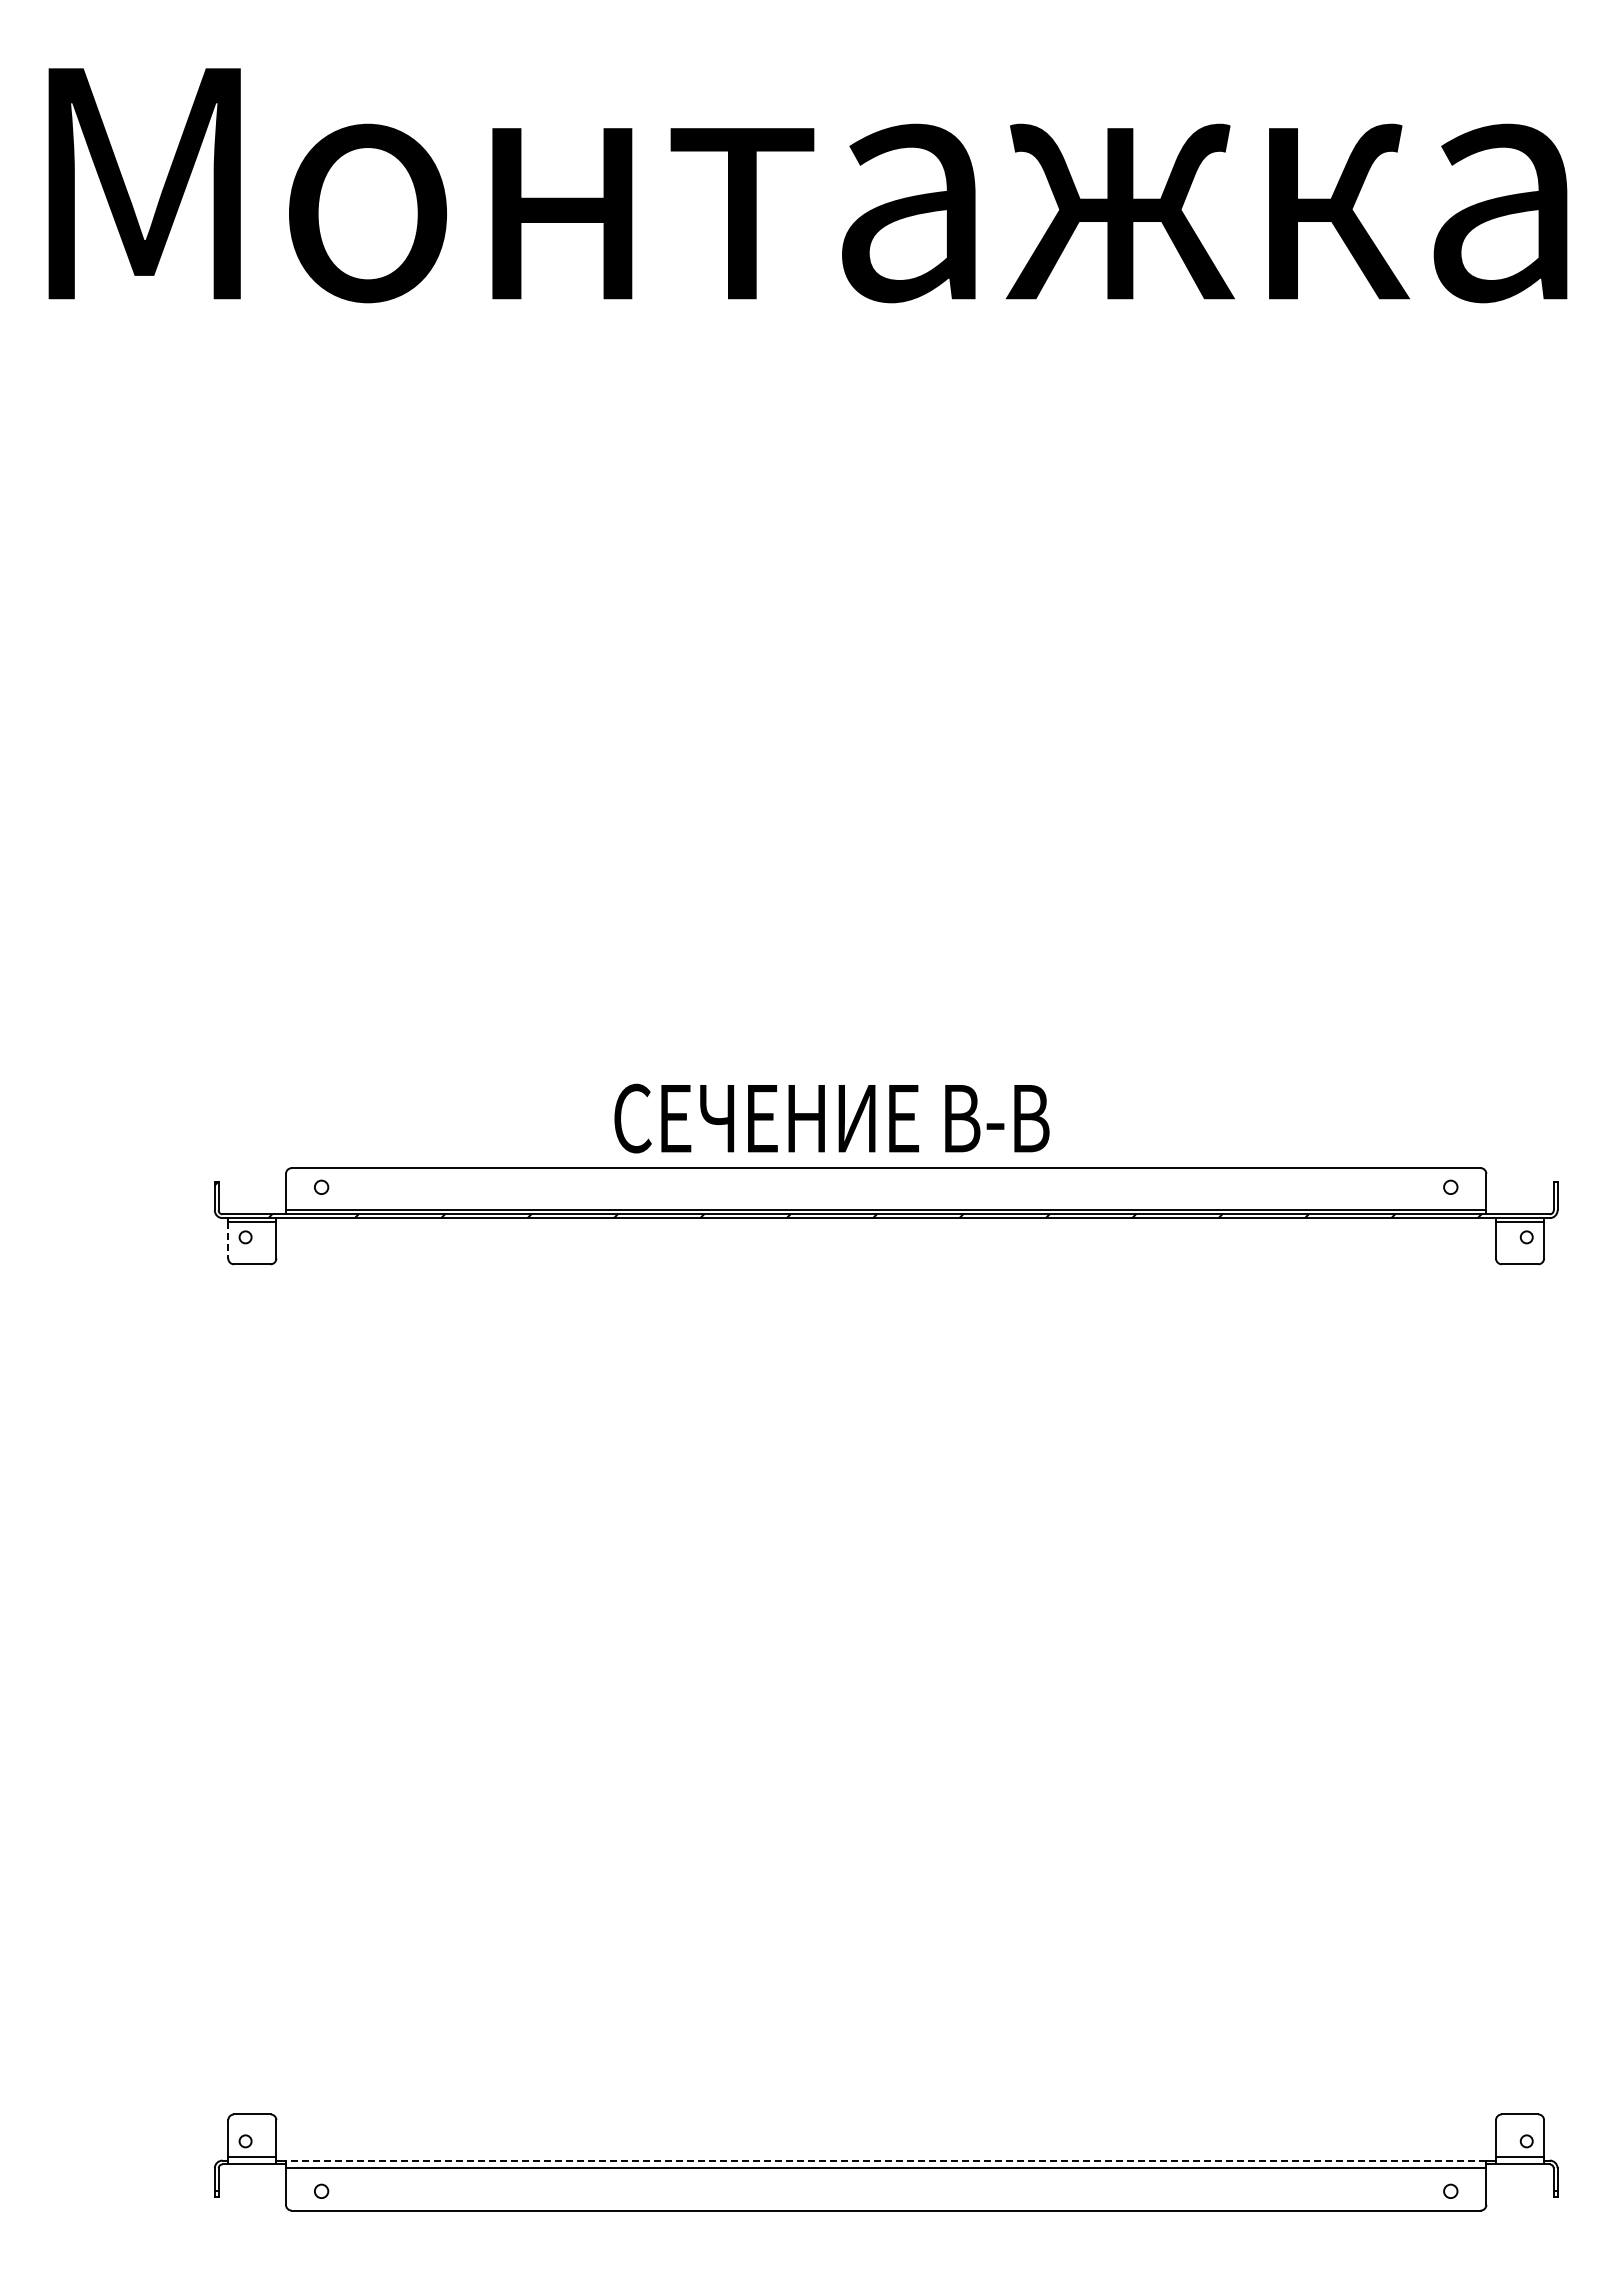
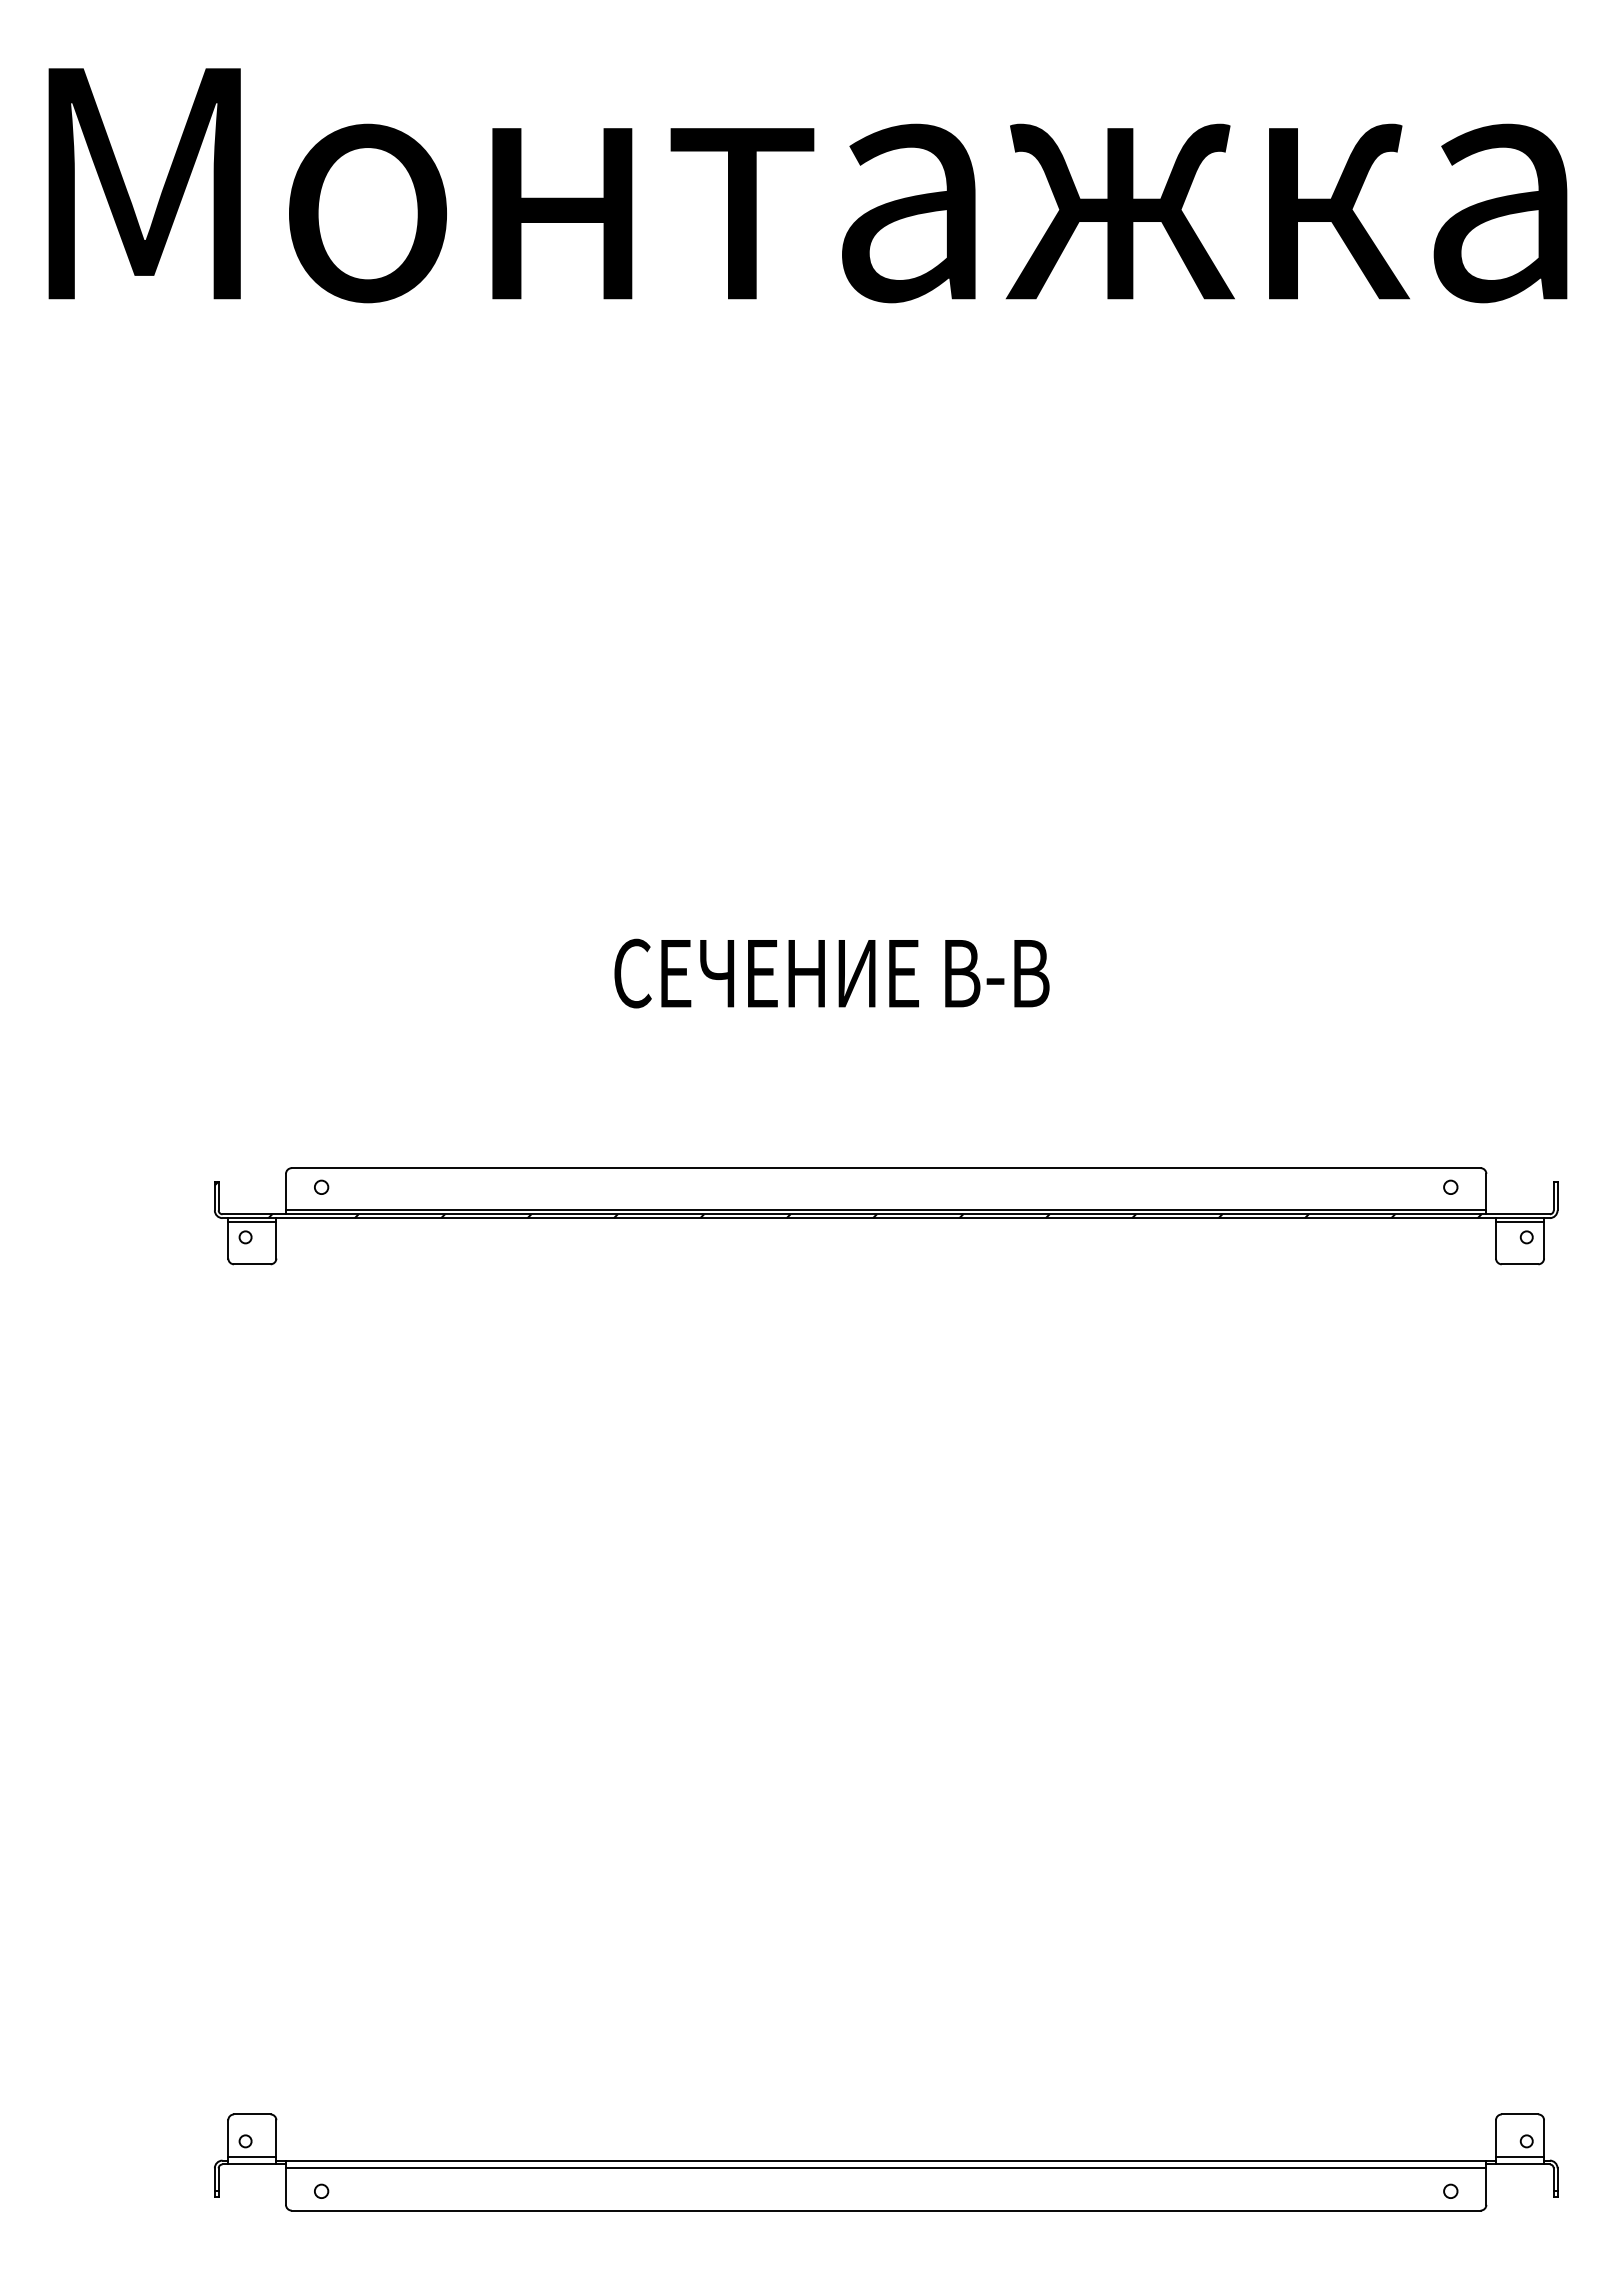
text at (831, 1118) position: (831, 1118) -> (831, 973)
line at (228, 1240): dashed -> solid
line at (885, 2160): dashed -> solid
